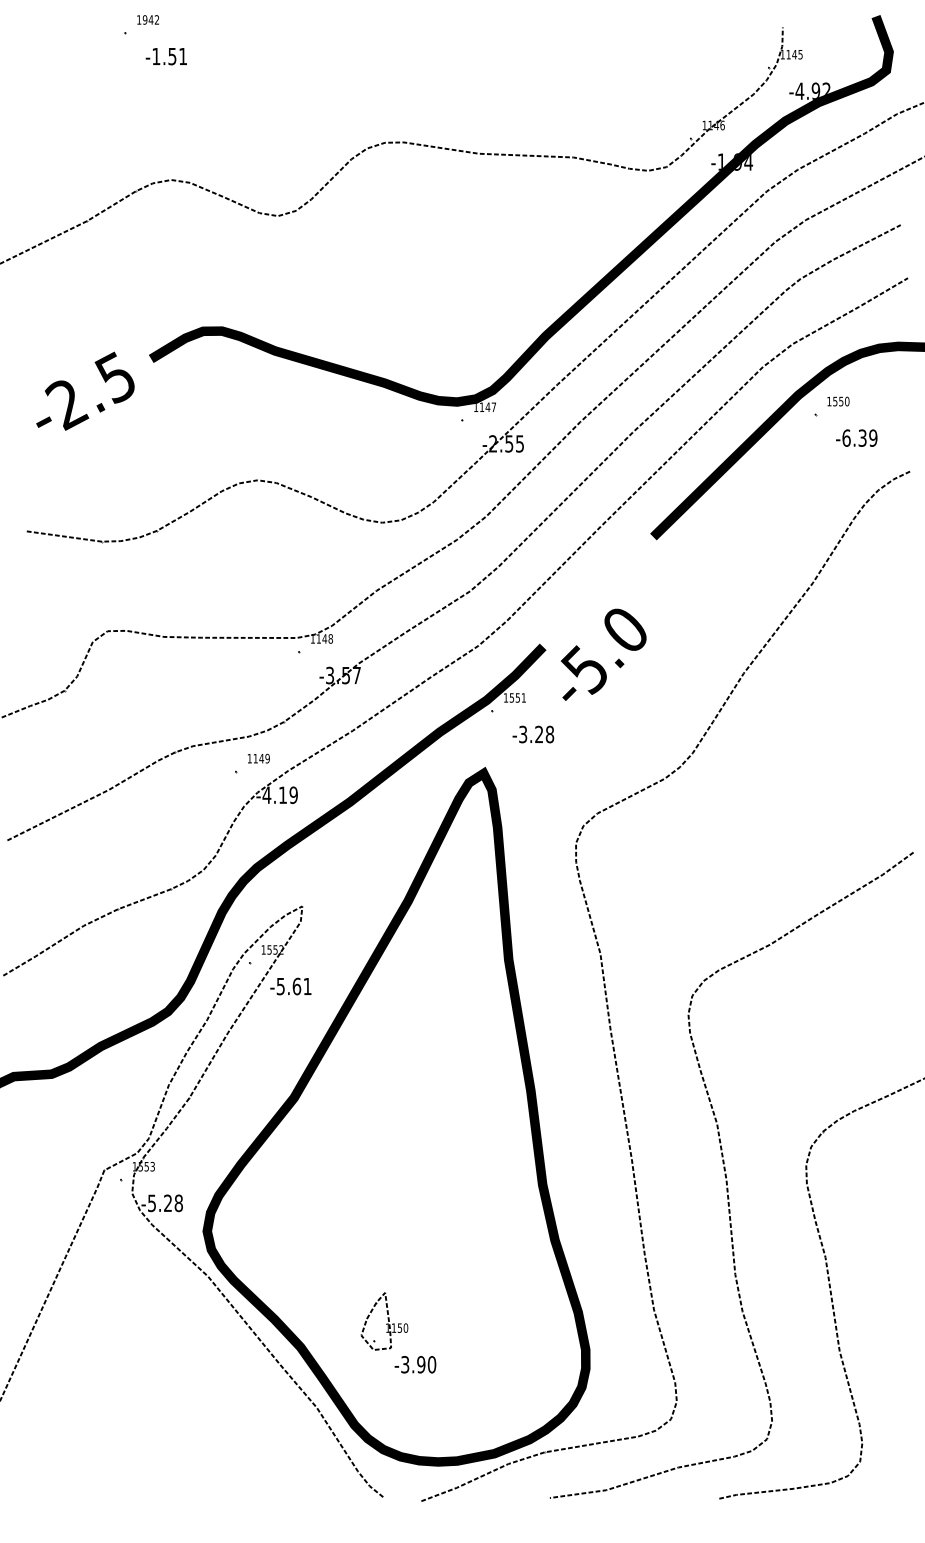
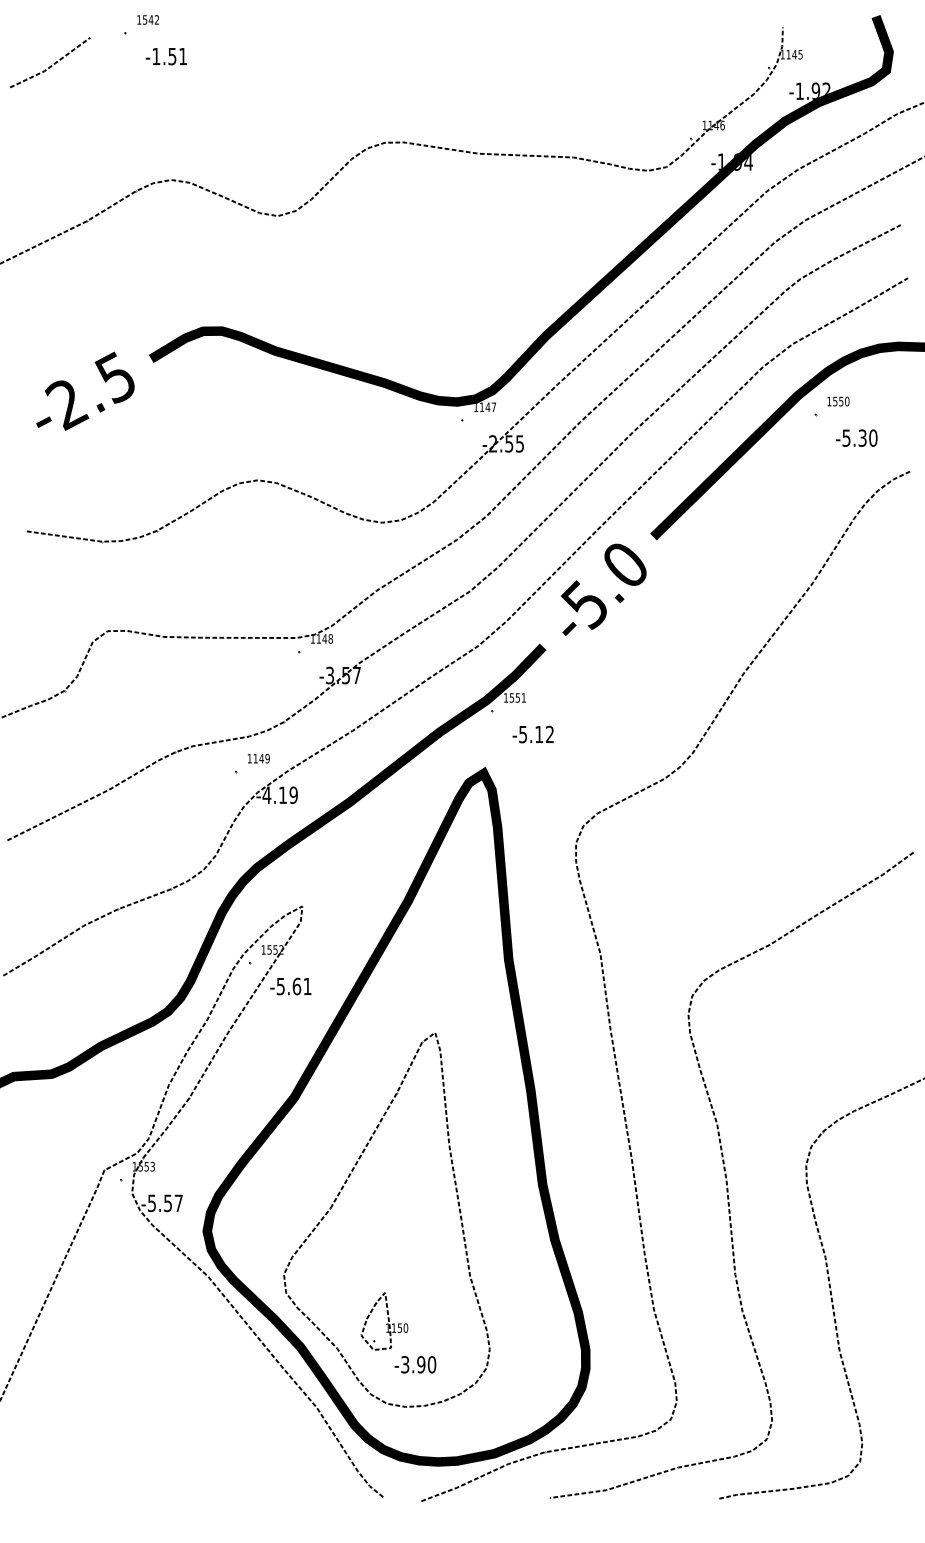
text at (144, 19): 1942 -> 1542
line at (50, 65): none -> present
text at (799, 90): -4.92 -> -1.92
text at (859, 437): -6.39 -> -5.30
text at (603, 654) position: (603, 654) -> (603, 589)
text at (536, 734): -3.28 -> -5.12
part at (339, 1195): none -> present
text at (173, 1203): -5.28 -> -5.57
